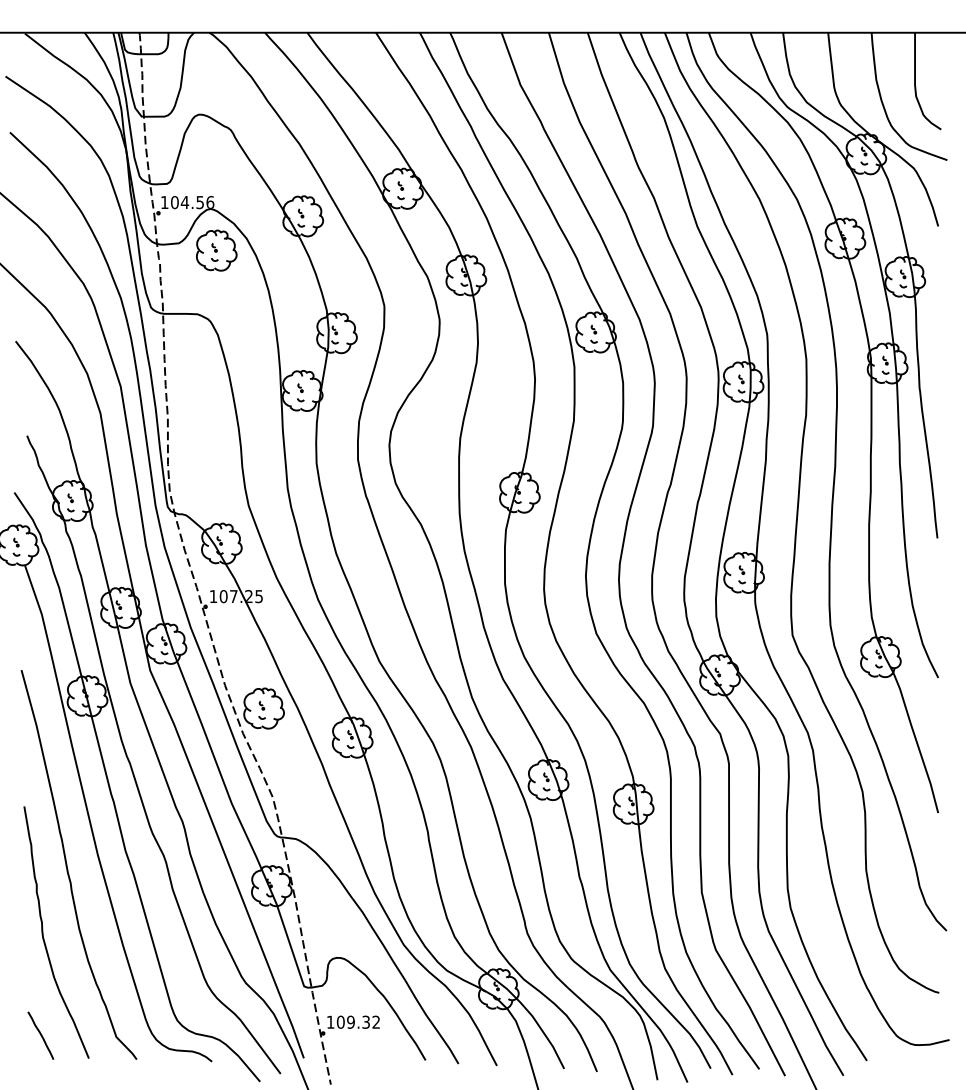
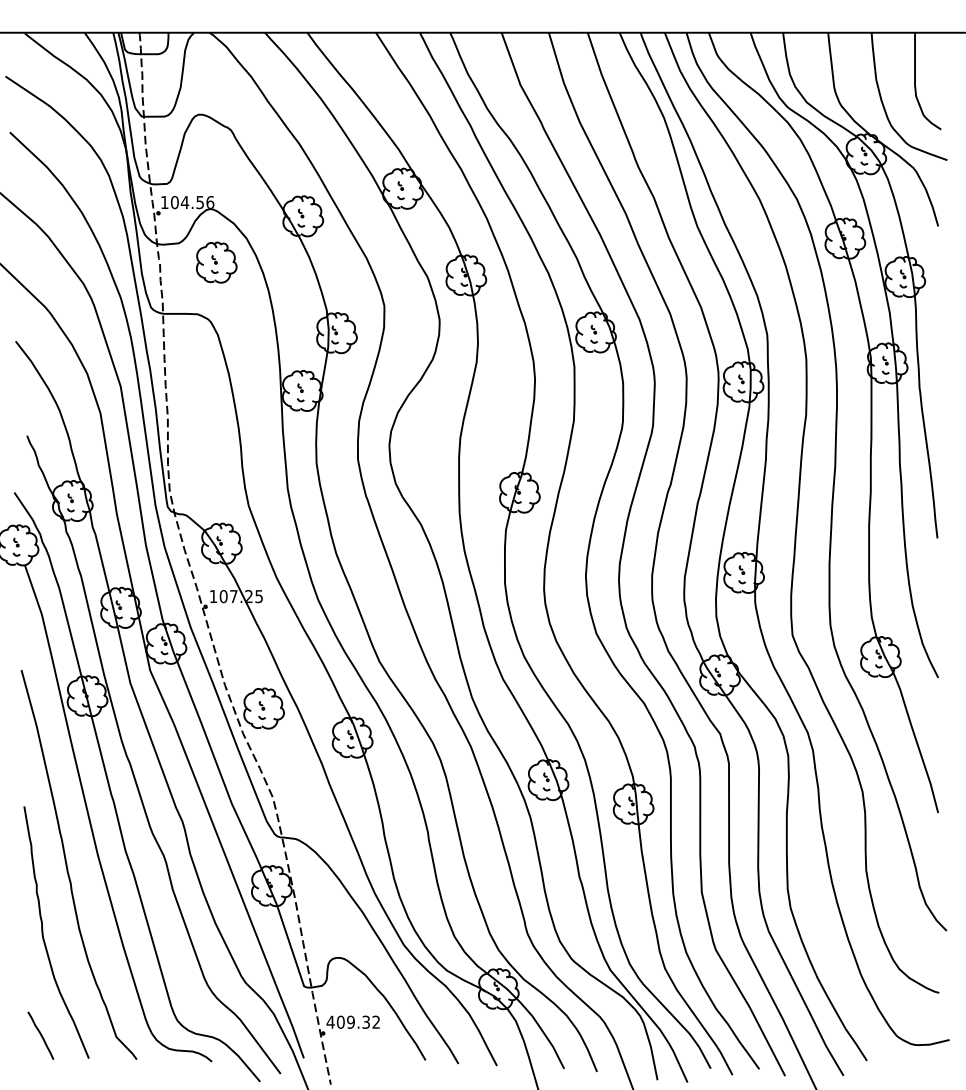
part at (216, 250) position: (216, 250) -> (216, 262)
text at (330, 1021): 109.32 -> 409.32
